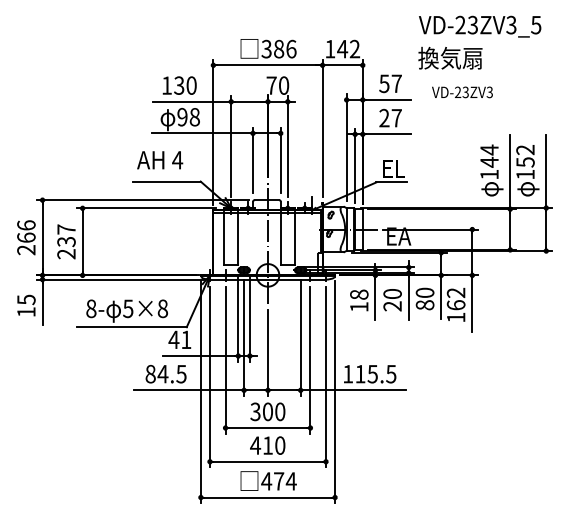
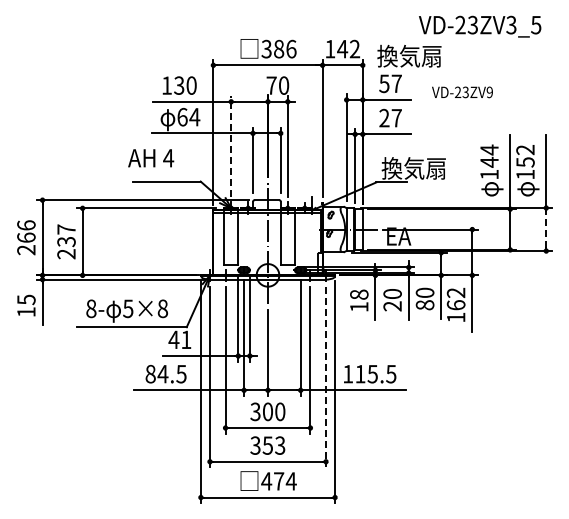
text at (450, 57) position: (450, 57) -> (409, 55)
text at (489, 92): VD-23ZV3 -> VD-23ZV9
text at (188, 116): 98 -> 64
line at (231, 145): solid -> dashed
text at (160, 160) position: (160, 160) -> (151, 158)
text at (413, 168): EL -> 換気扇
line at (546, 229): solid -> dashed
line at (326, 377): solid -> dashed
text at (267, 445): 410 -> 353
